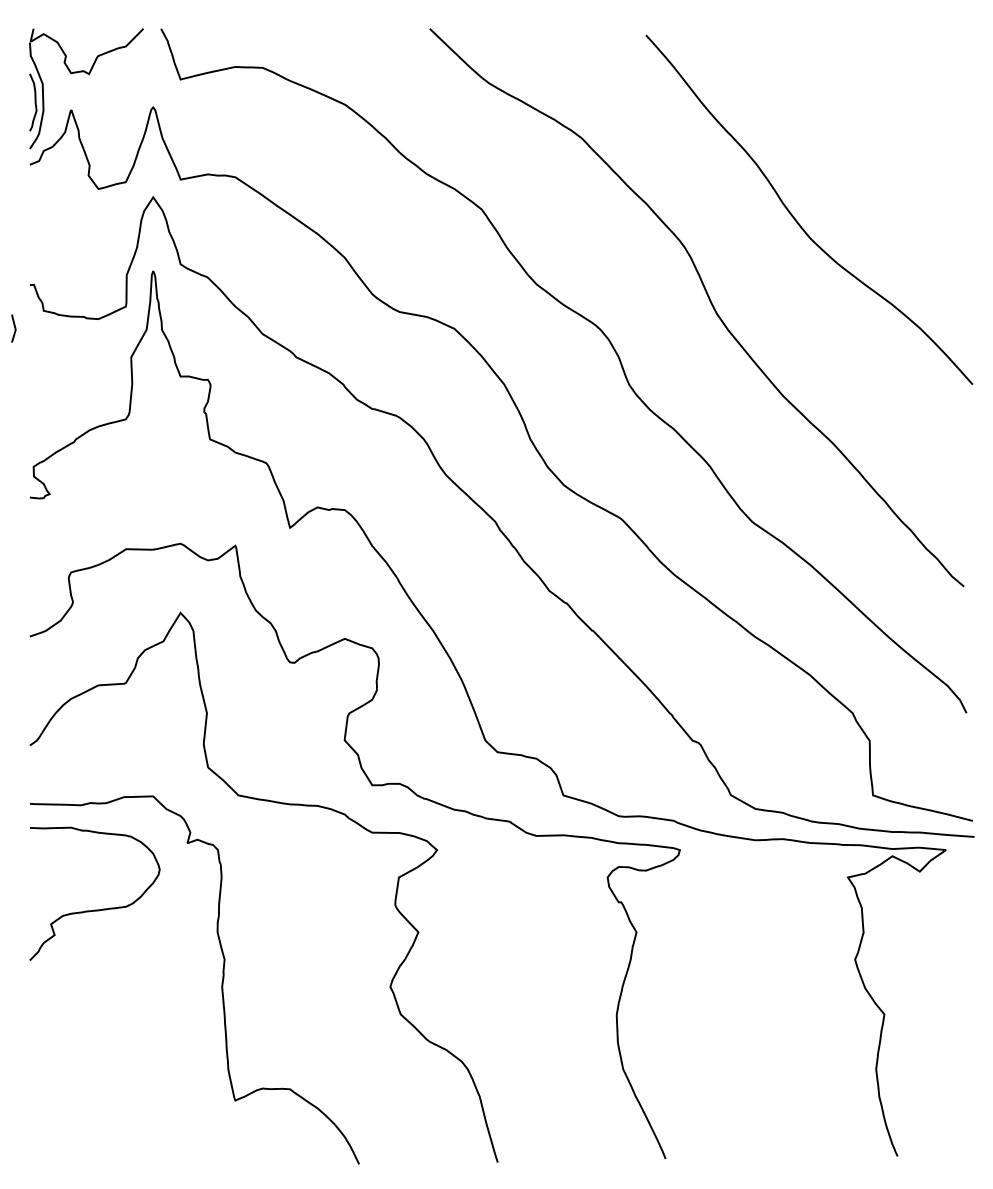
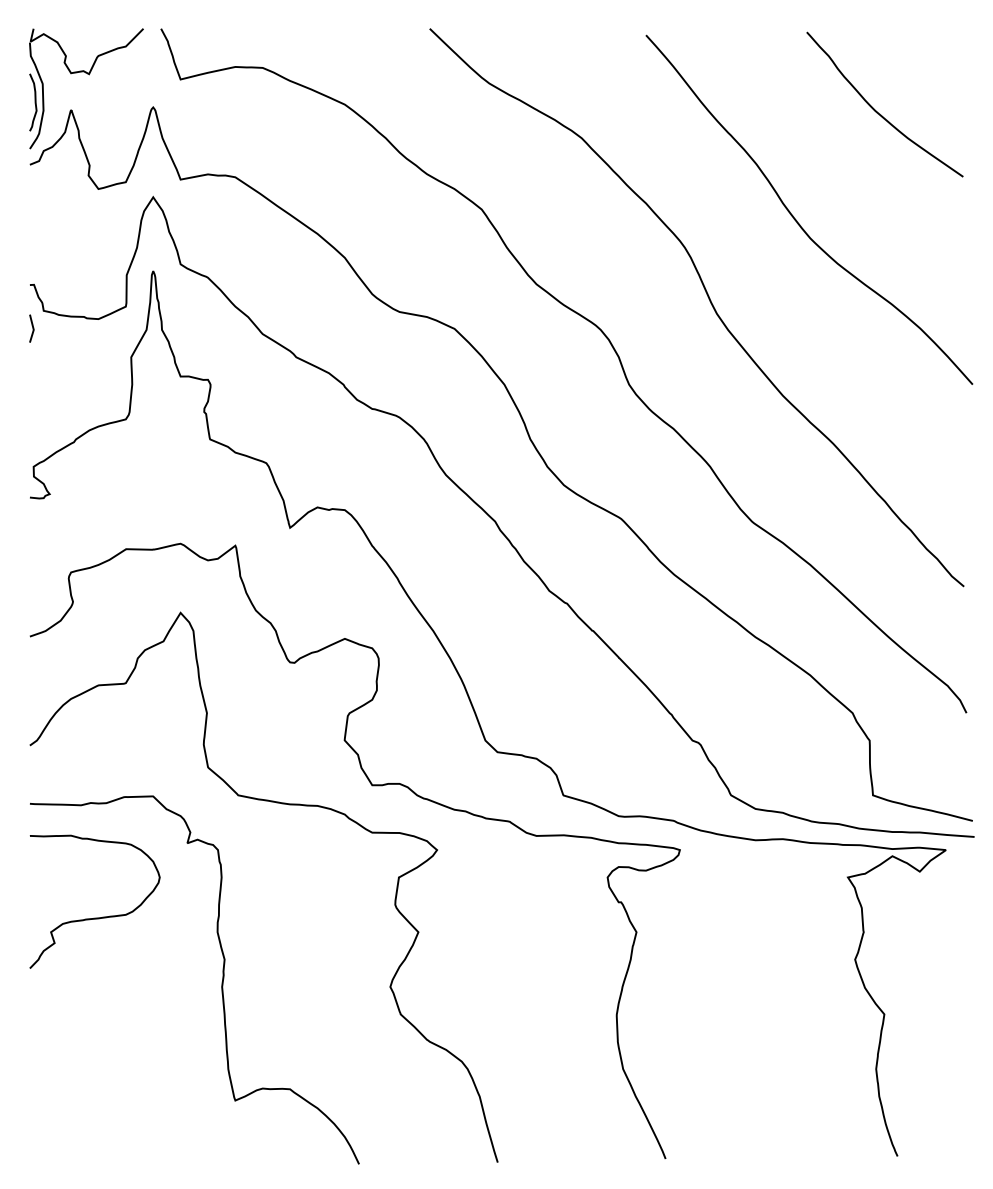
curve at (877, 111): none -> present
line at (14, 328) position: (14, 328) -> (32, 328)
curve at (94, 909) position: (94, 909) -> (94, 917)
